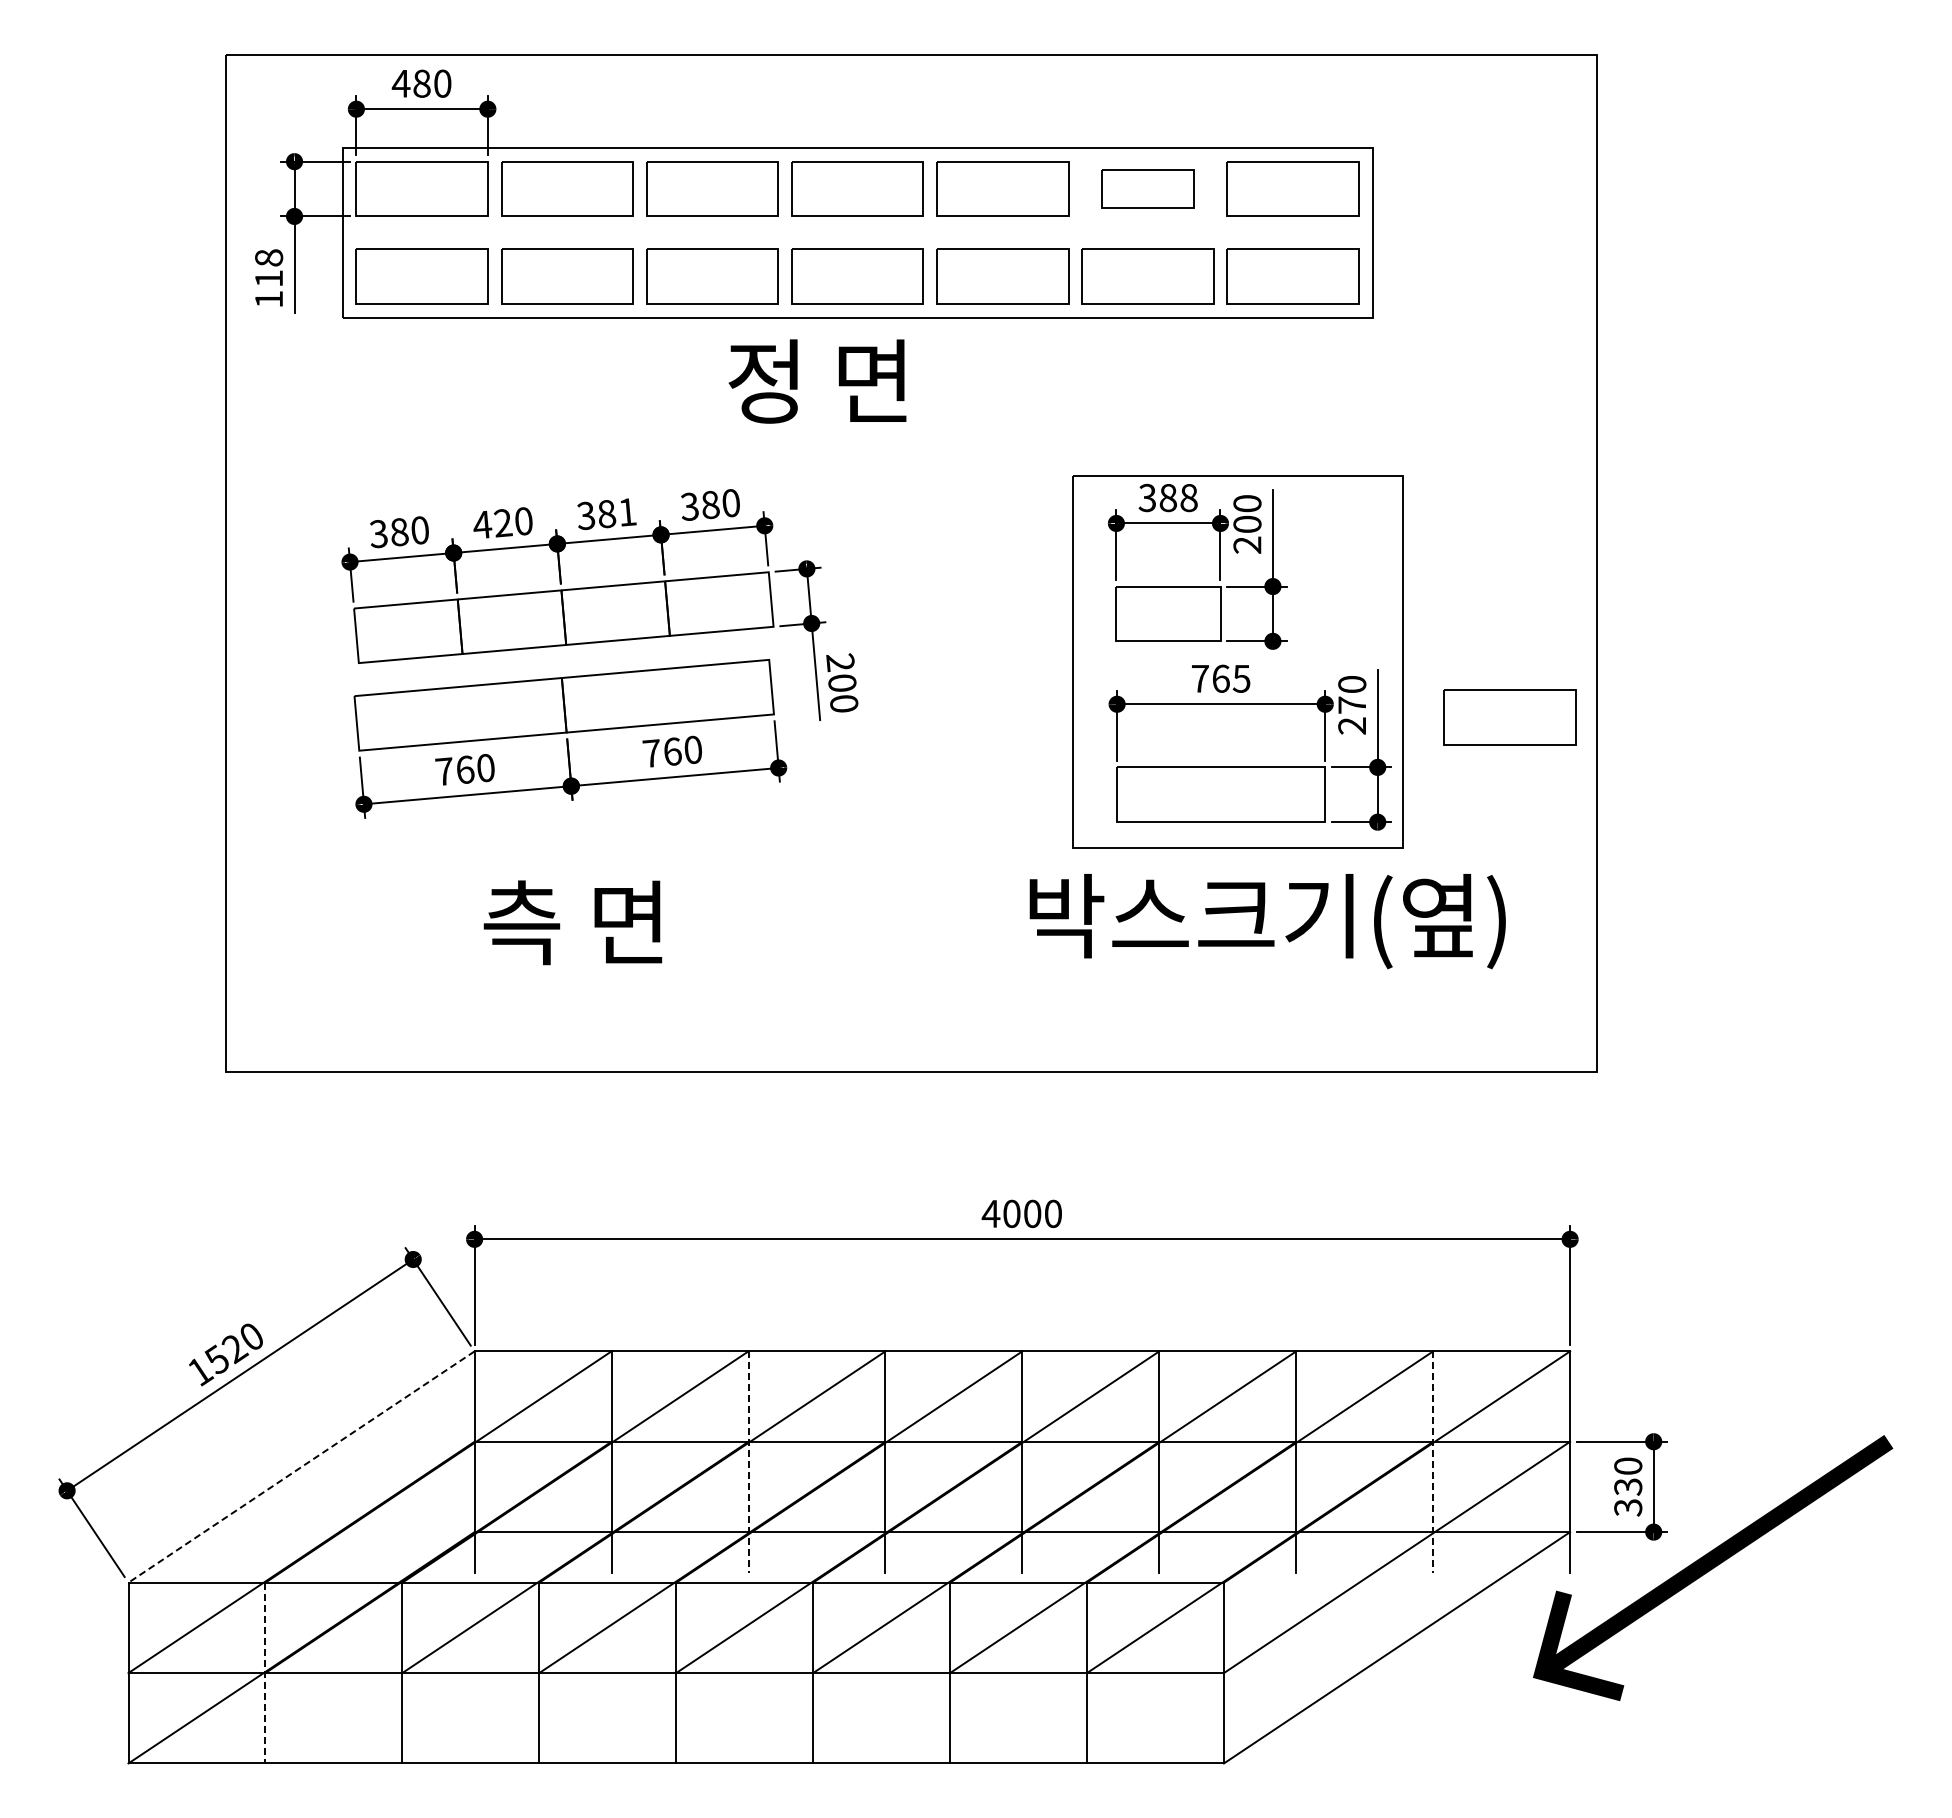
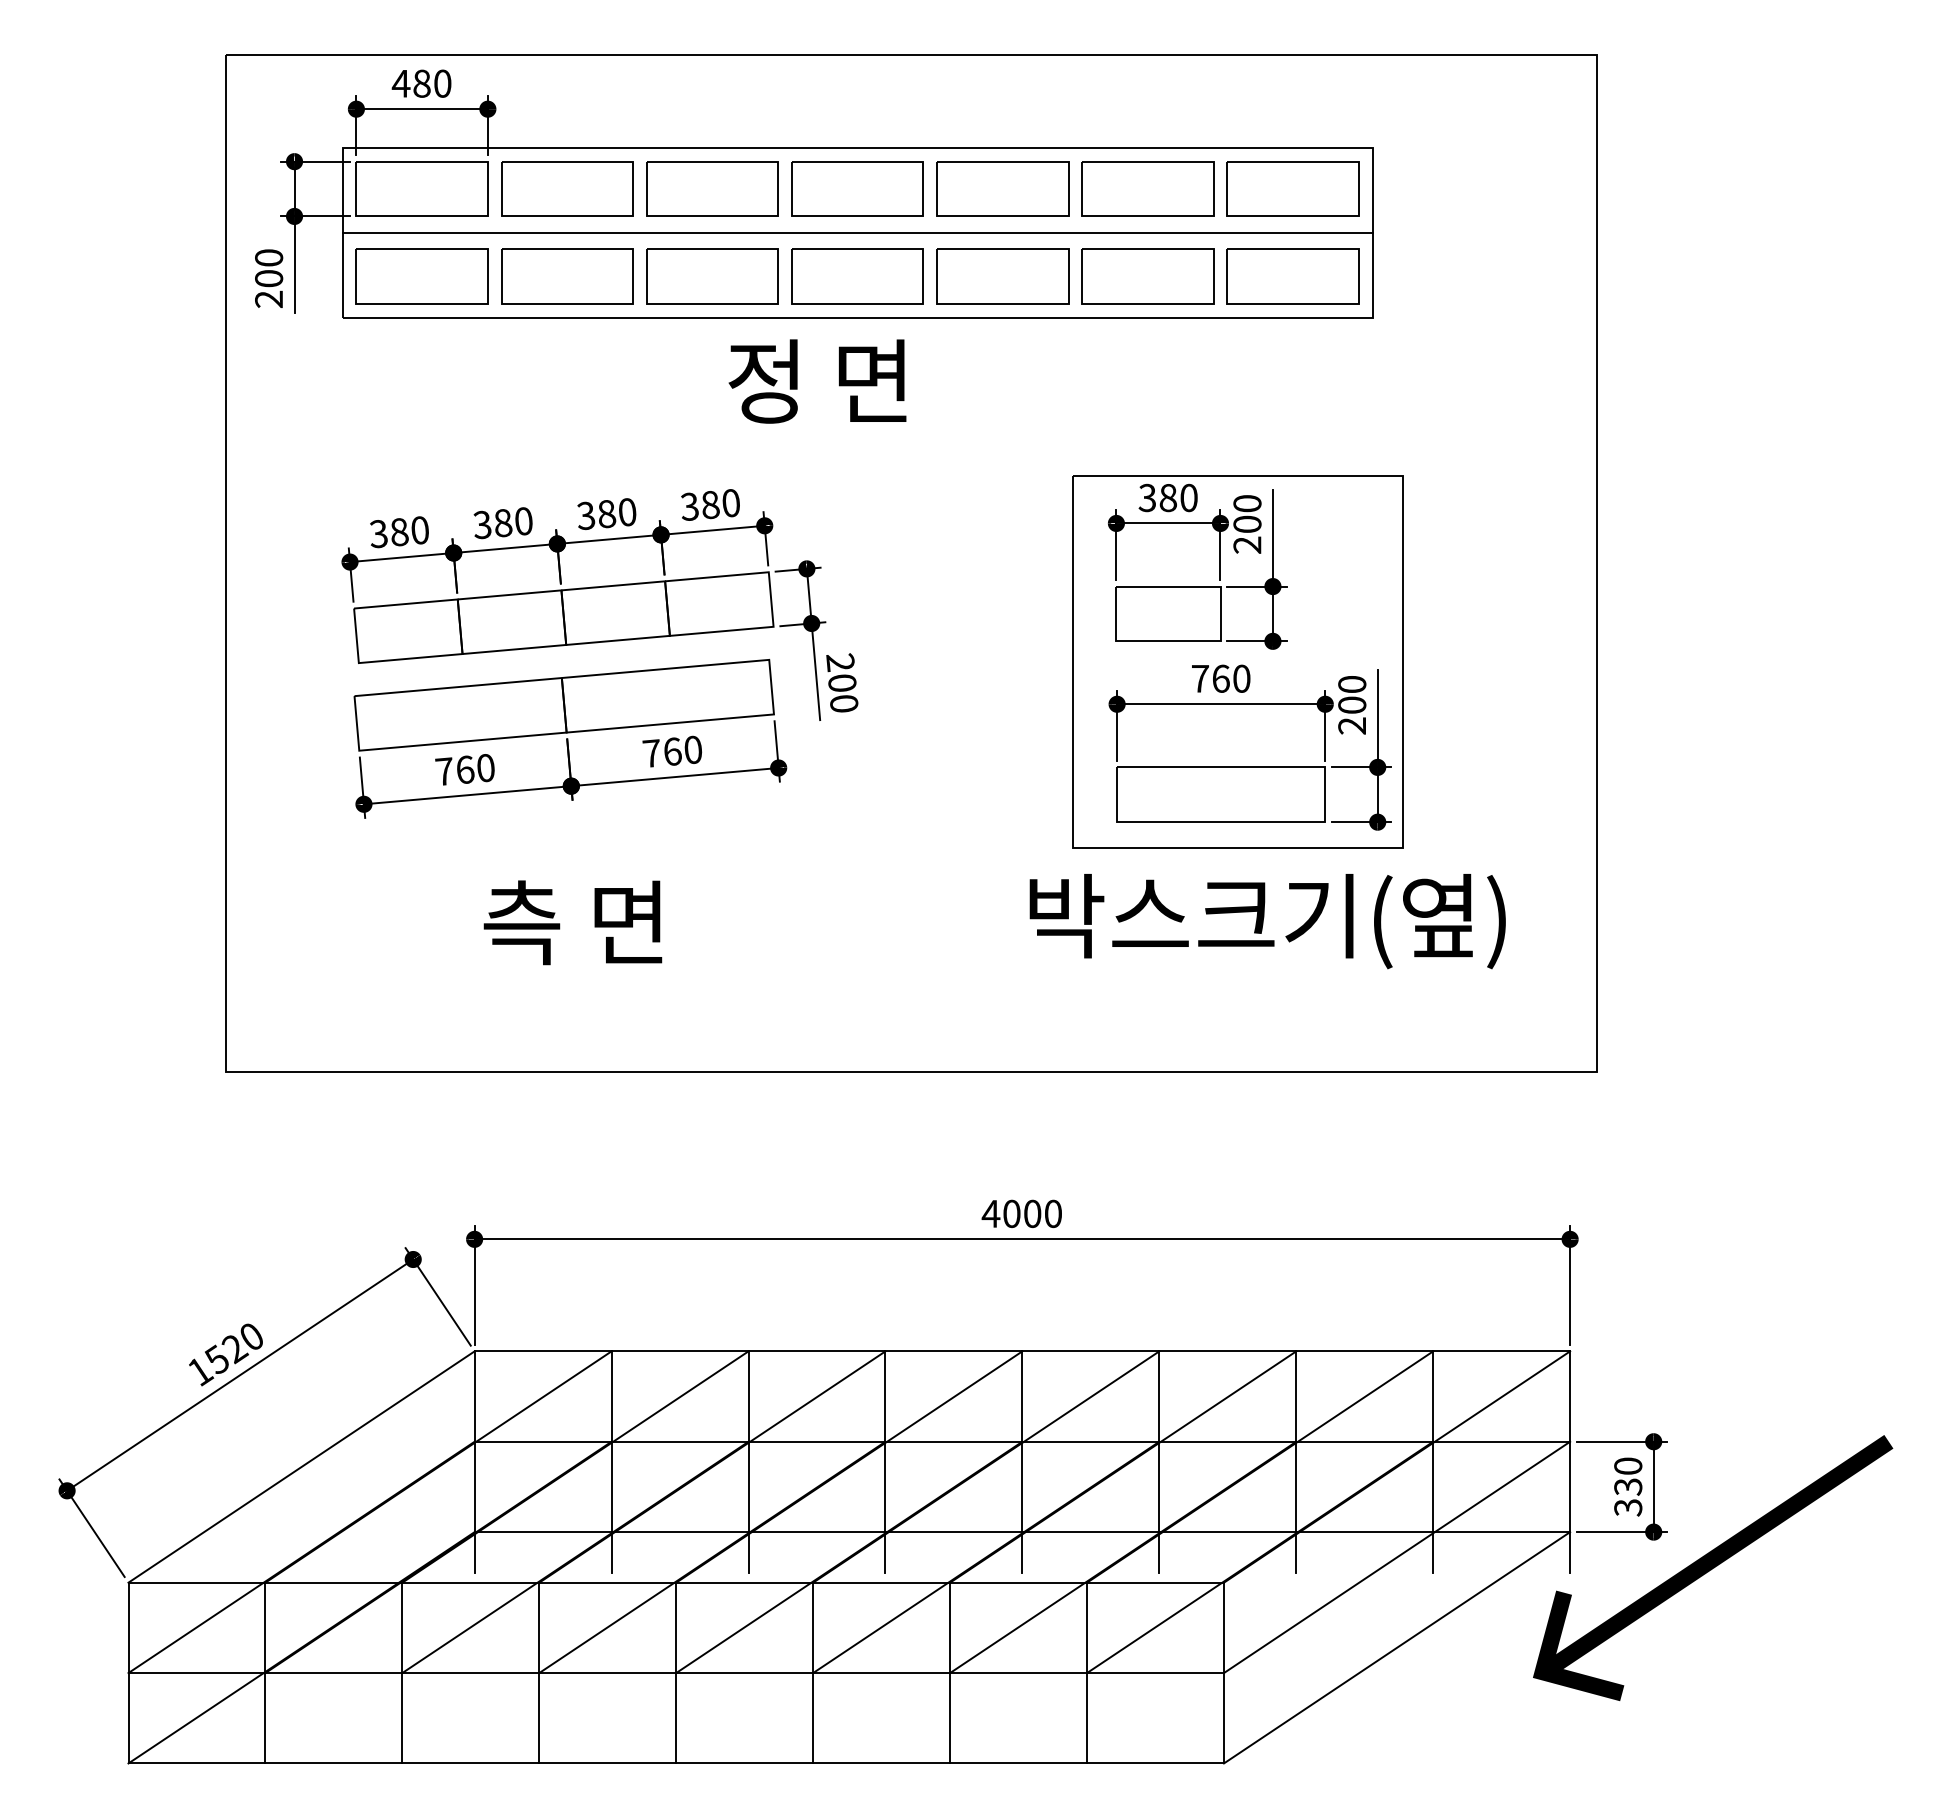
part at (1147, 188) size: 94x40 px -> 134x56 px
line at (857, 232): none -> present
text at (269, 278): 118 -> 200
text at (1188, 497): 388 -> 380
text at (627, 512): 381 -> 380
text at (492, 524): 420 -> 380
text at (1241, 678): 765 -> 760
text at (1352, 704): 270 -> 200
part at (1509, 717): present -> none
line at (748, 1462): dashed -> solid
line at (1433, 1462): dashed -> solid
line at (301, 1467): dashed -> solid
line at (265, 1673): dashed -> solid
